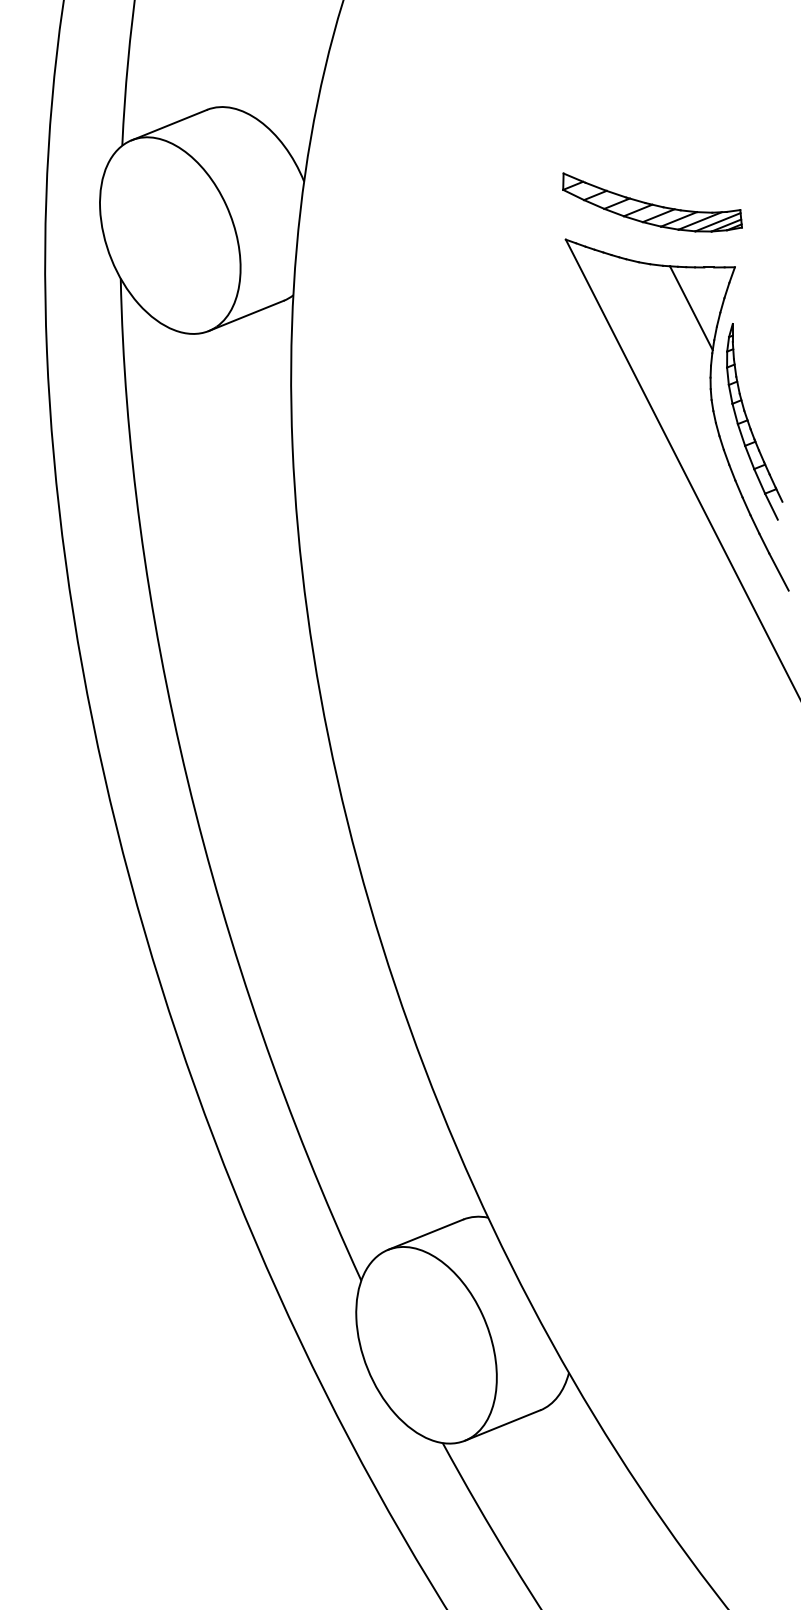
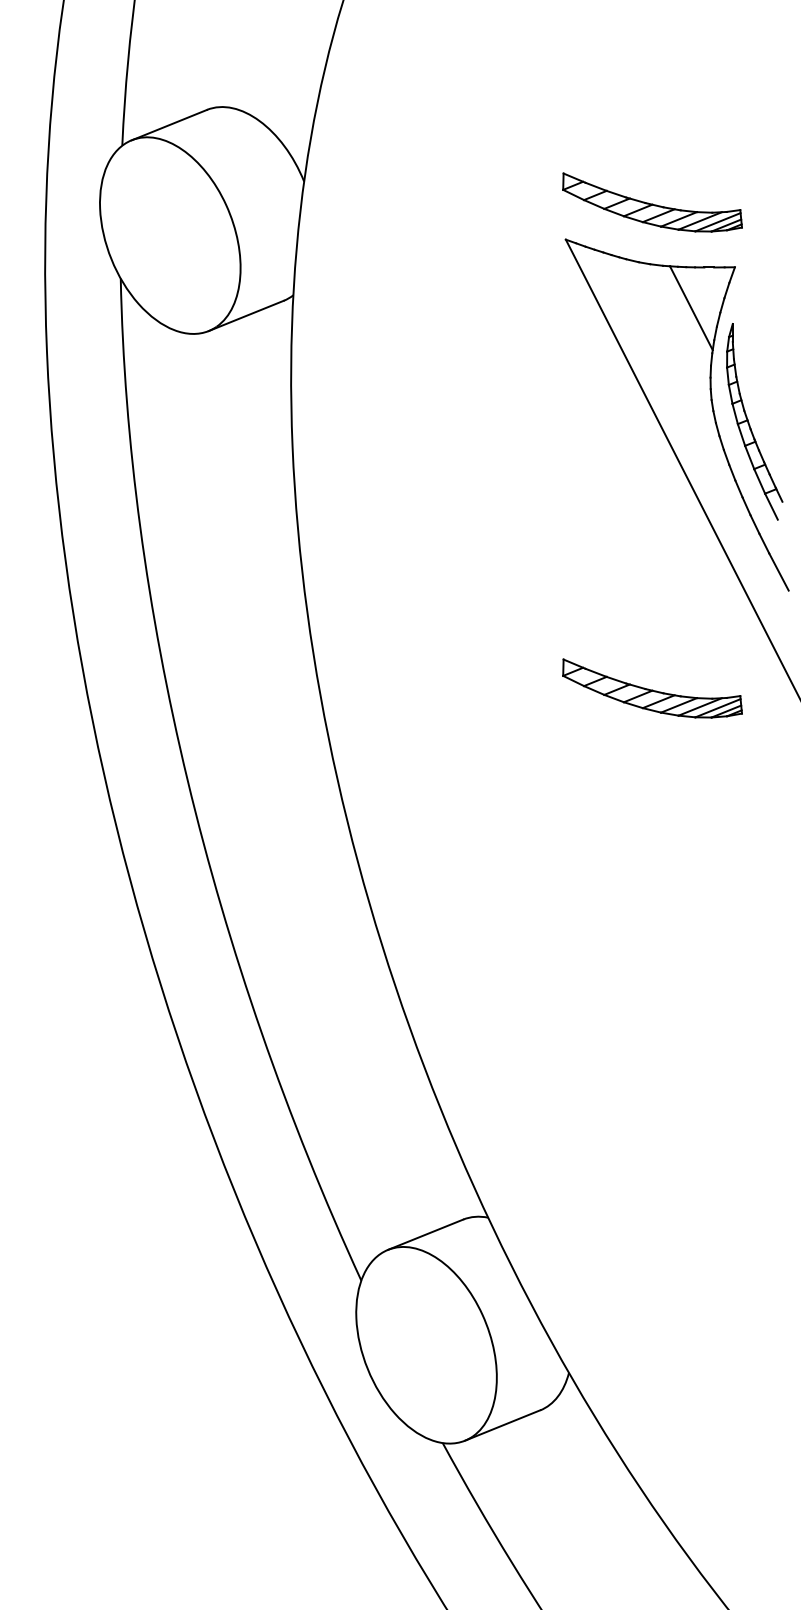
part at (652, 688): none -> present
